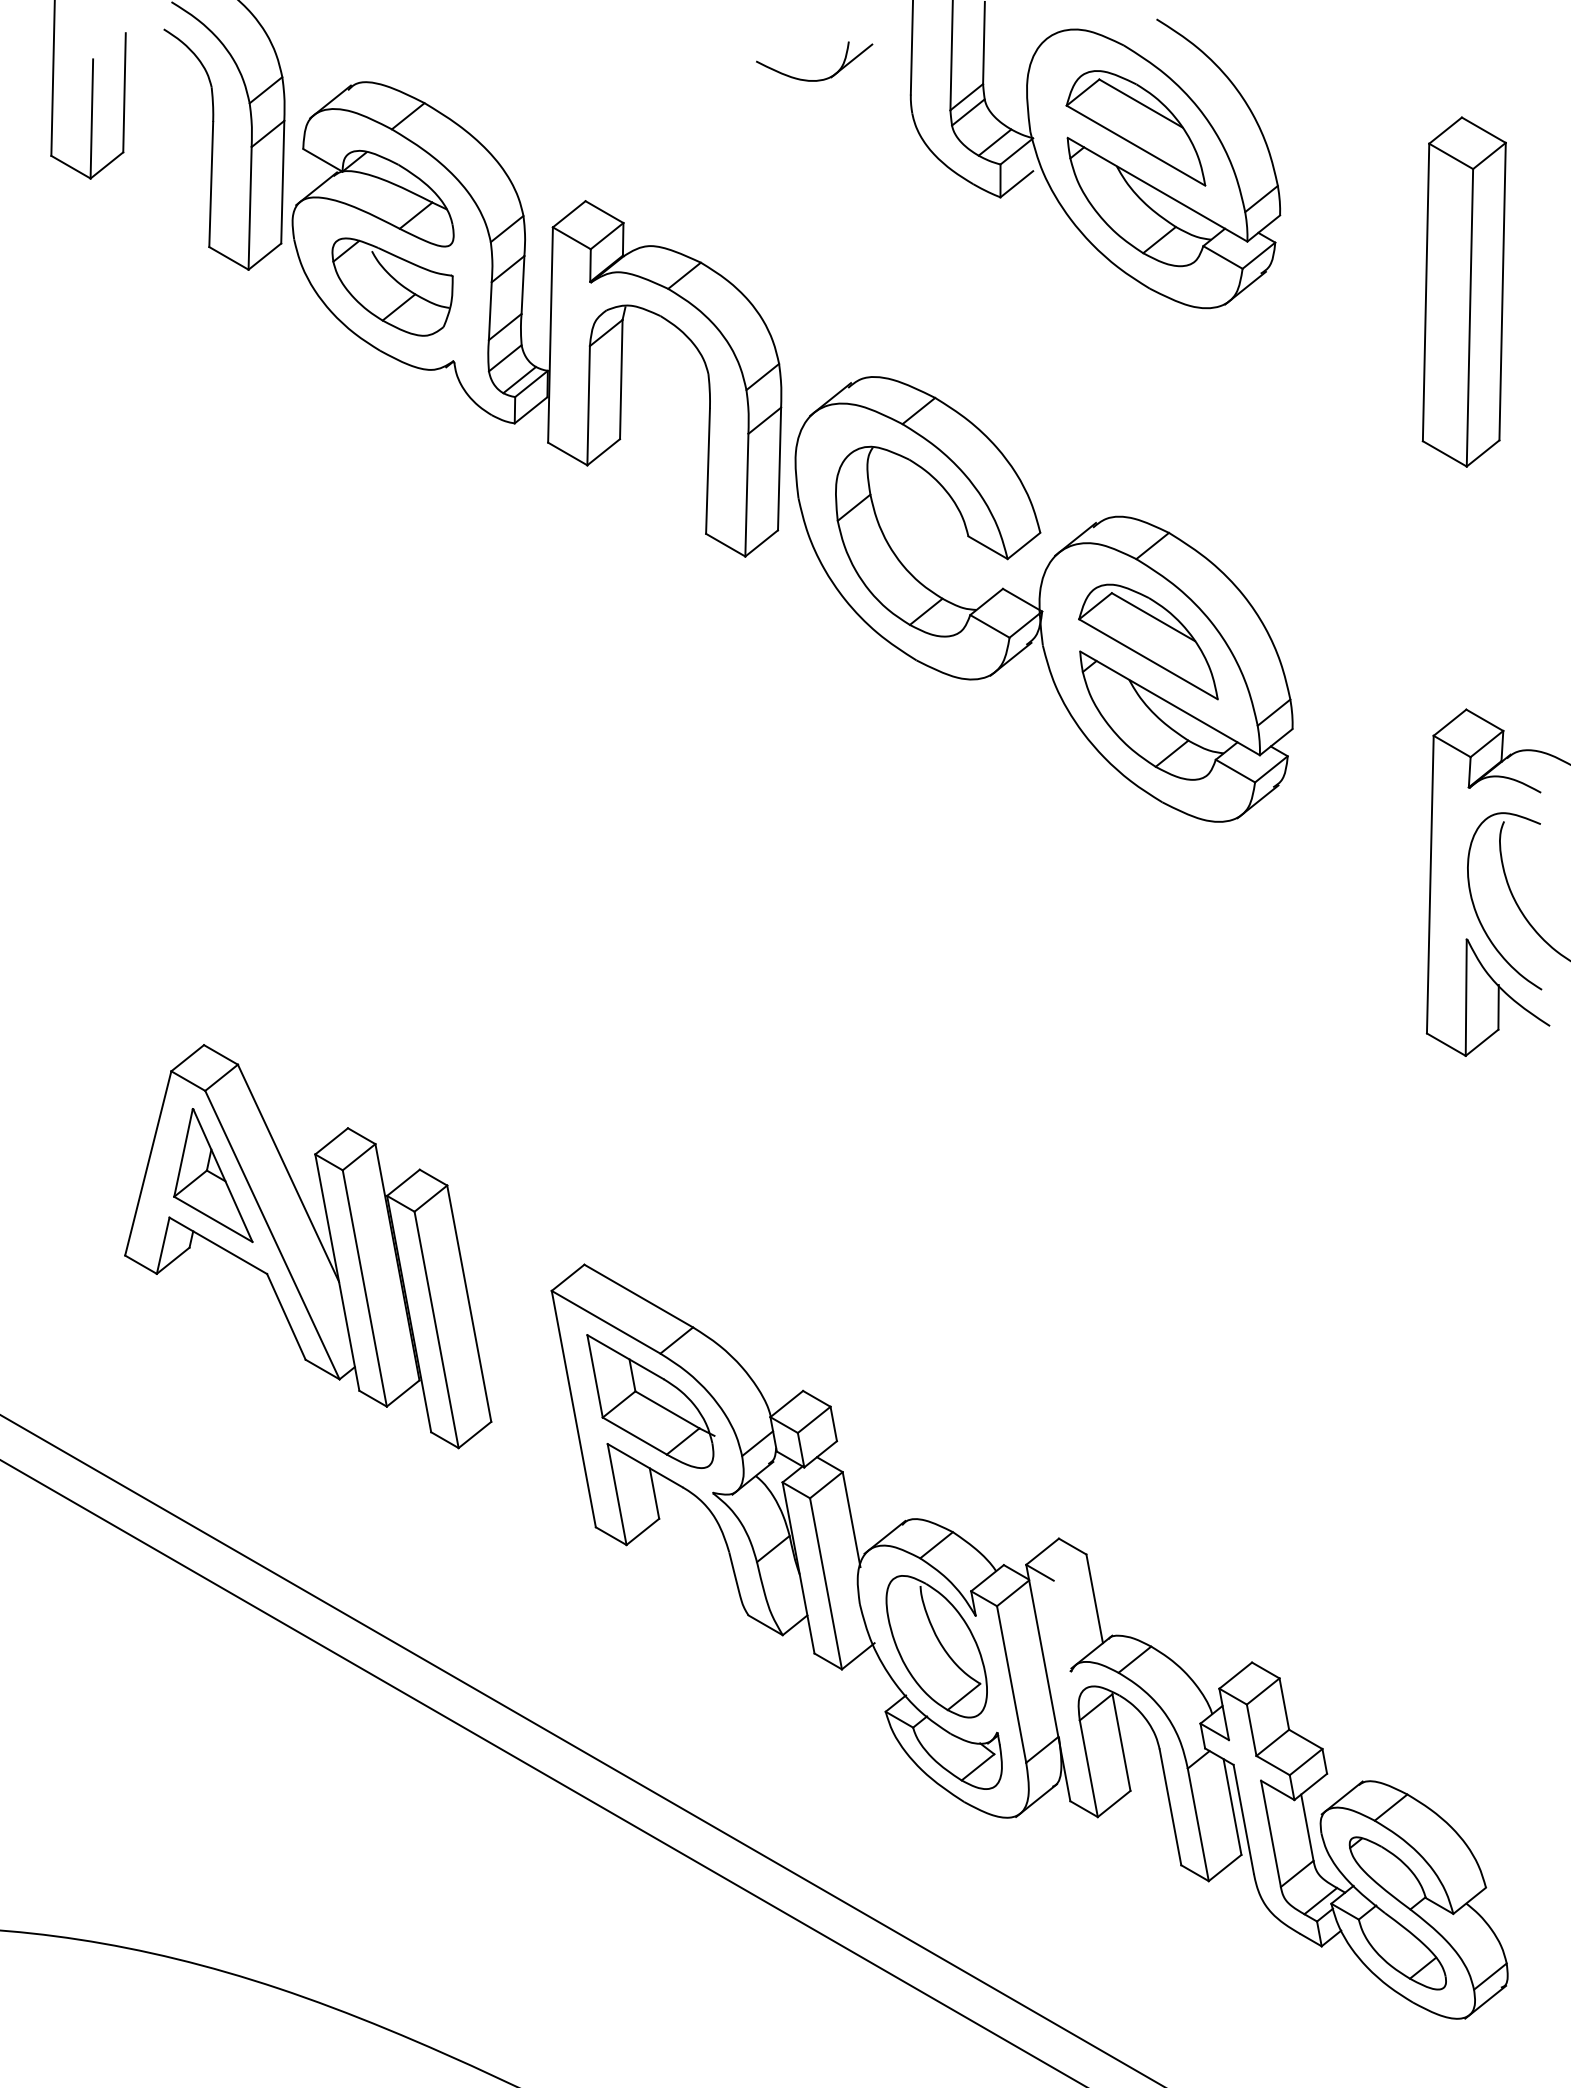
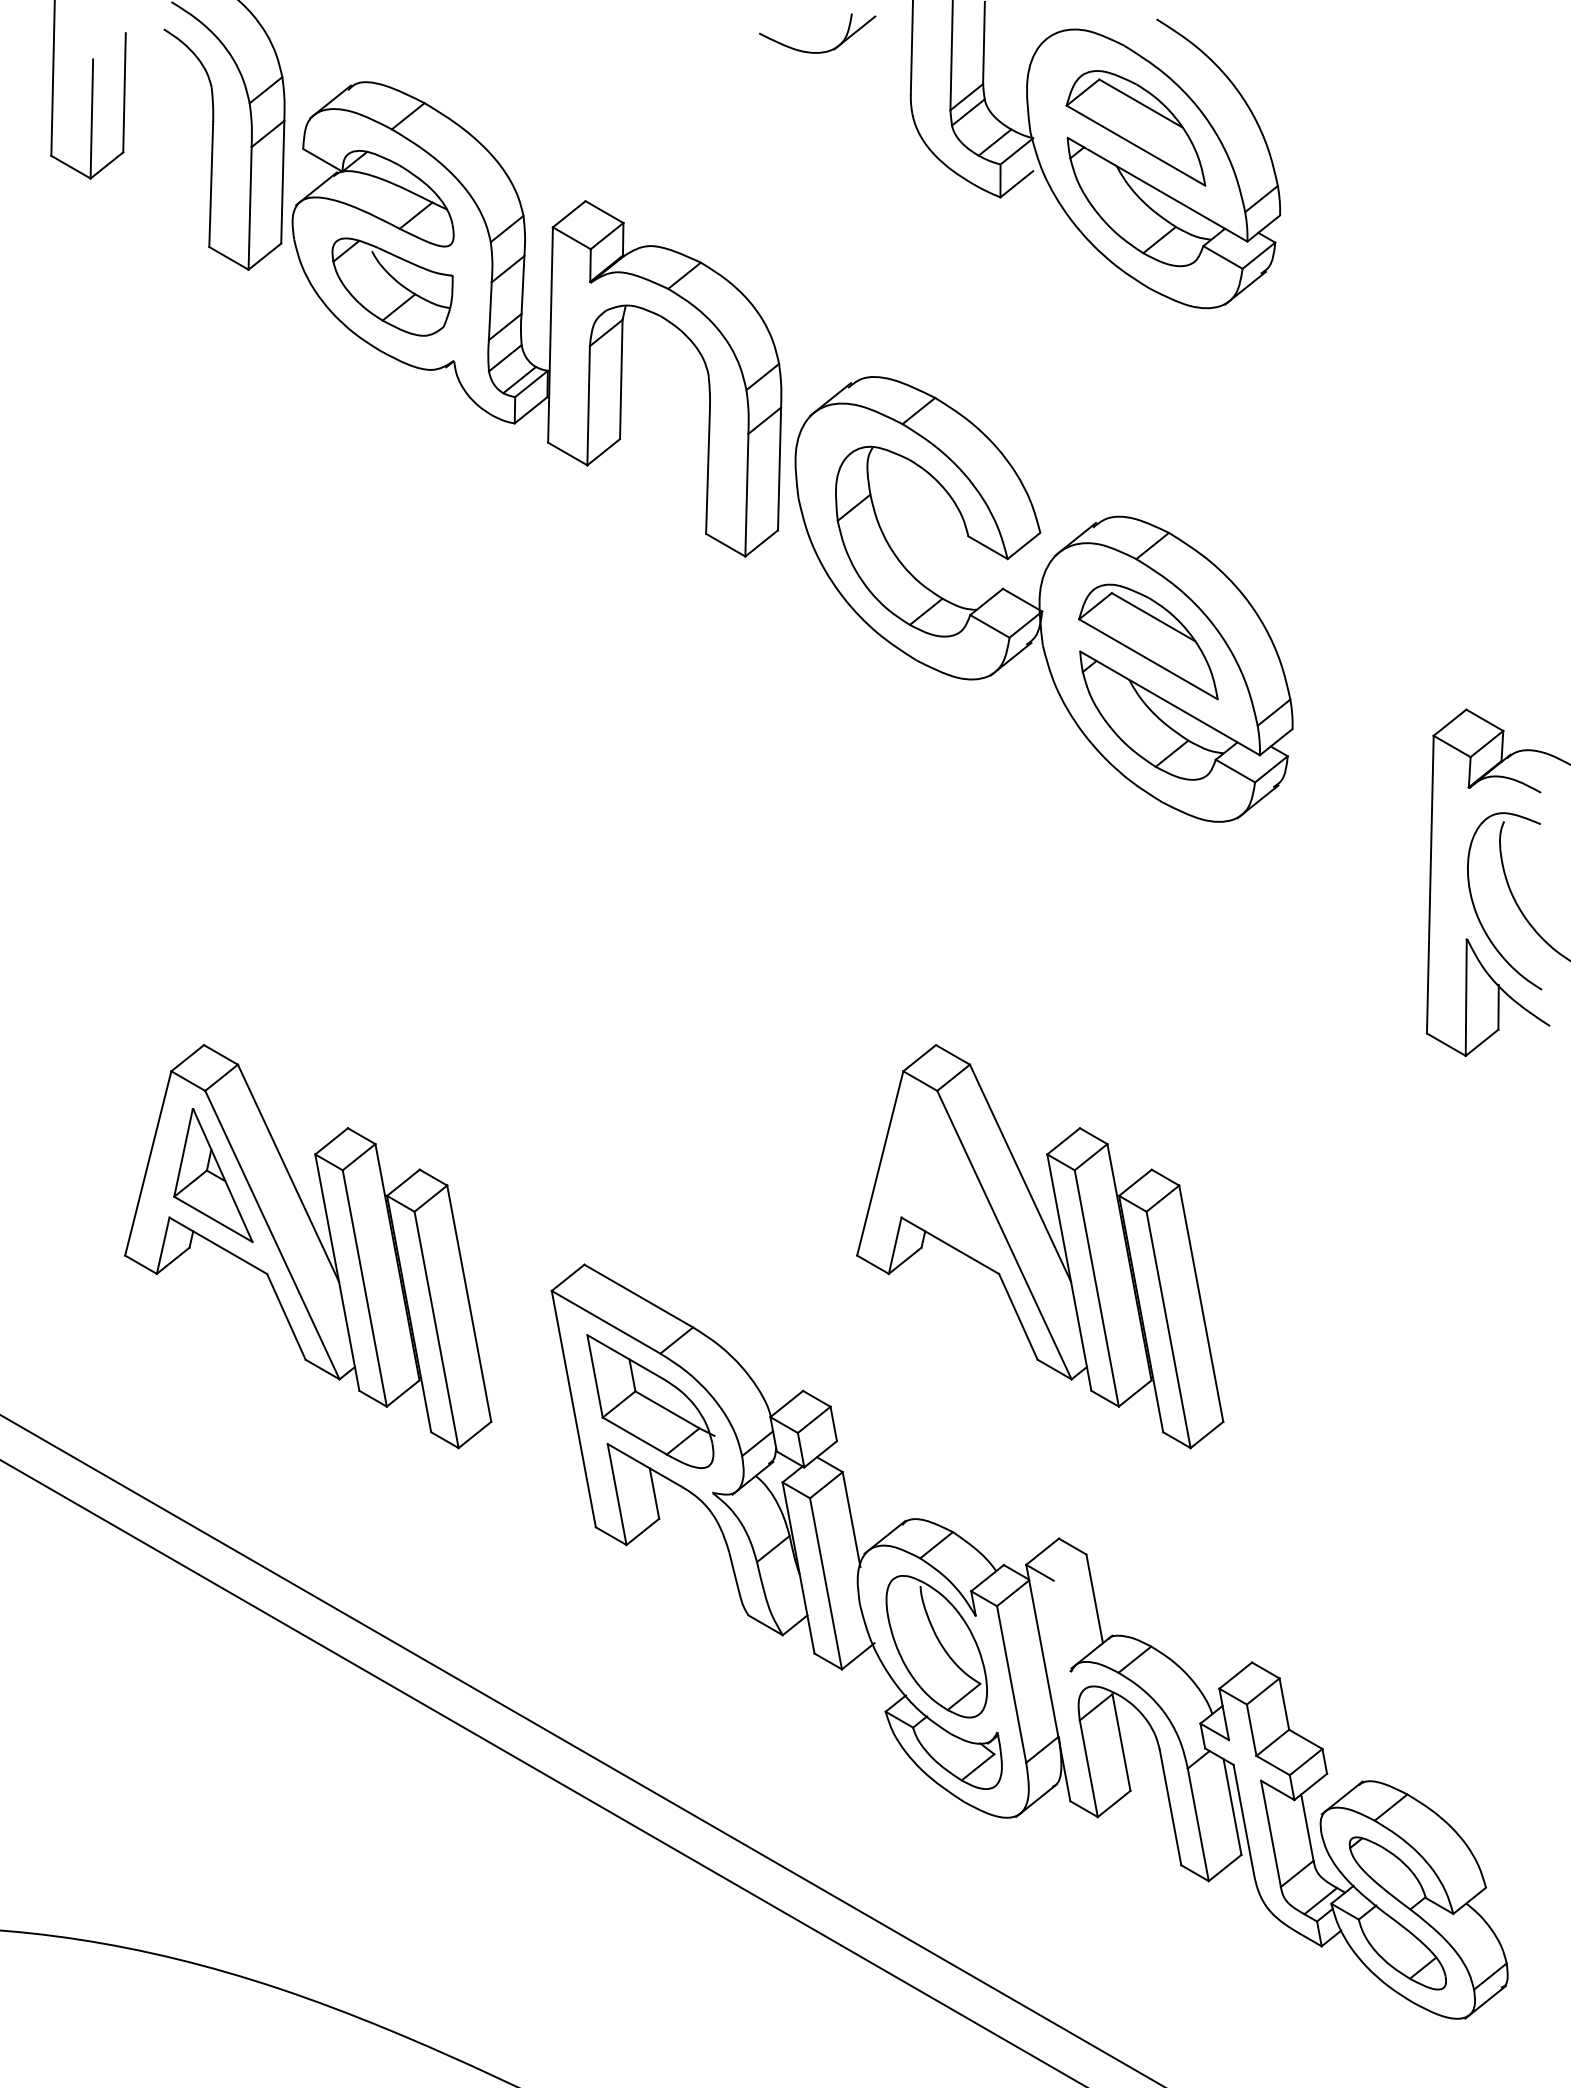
part at (817, 79) position: (817, 79) -> (820, 51)
part at (1463, 291): present -> none
part at (1040, 1246): none -> present
